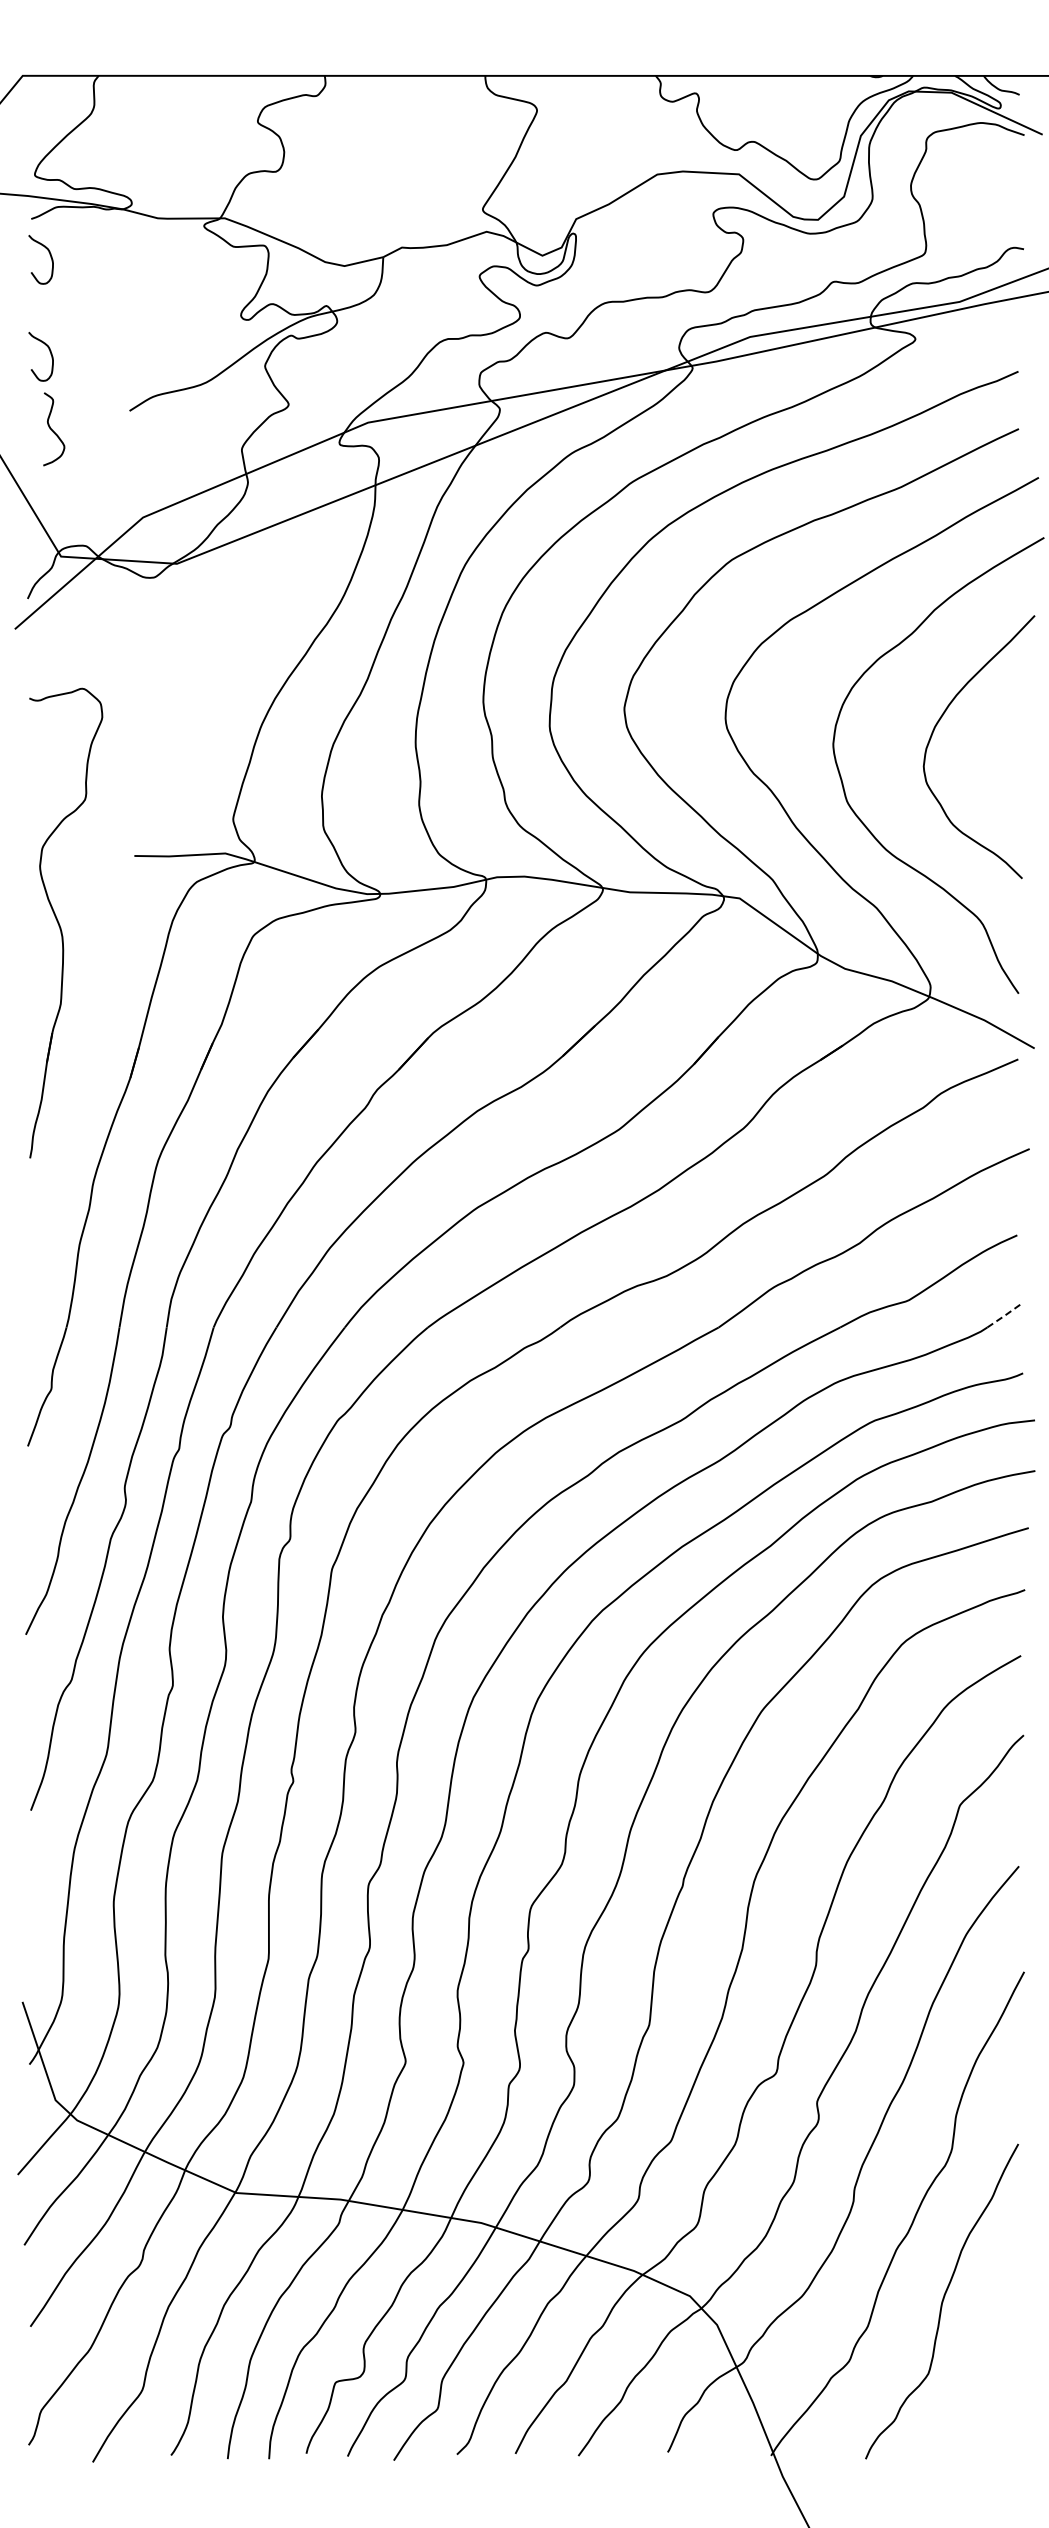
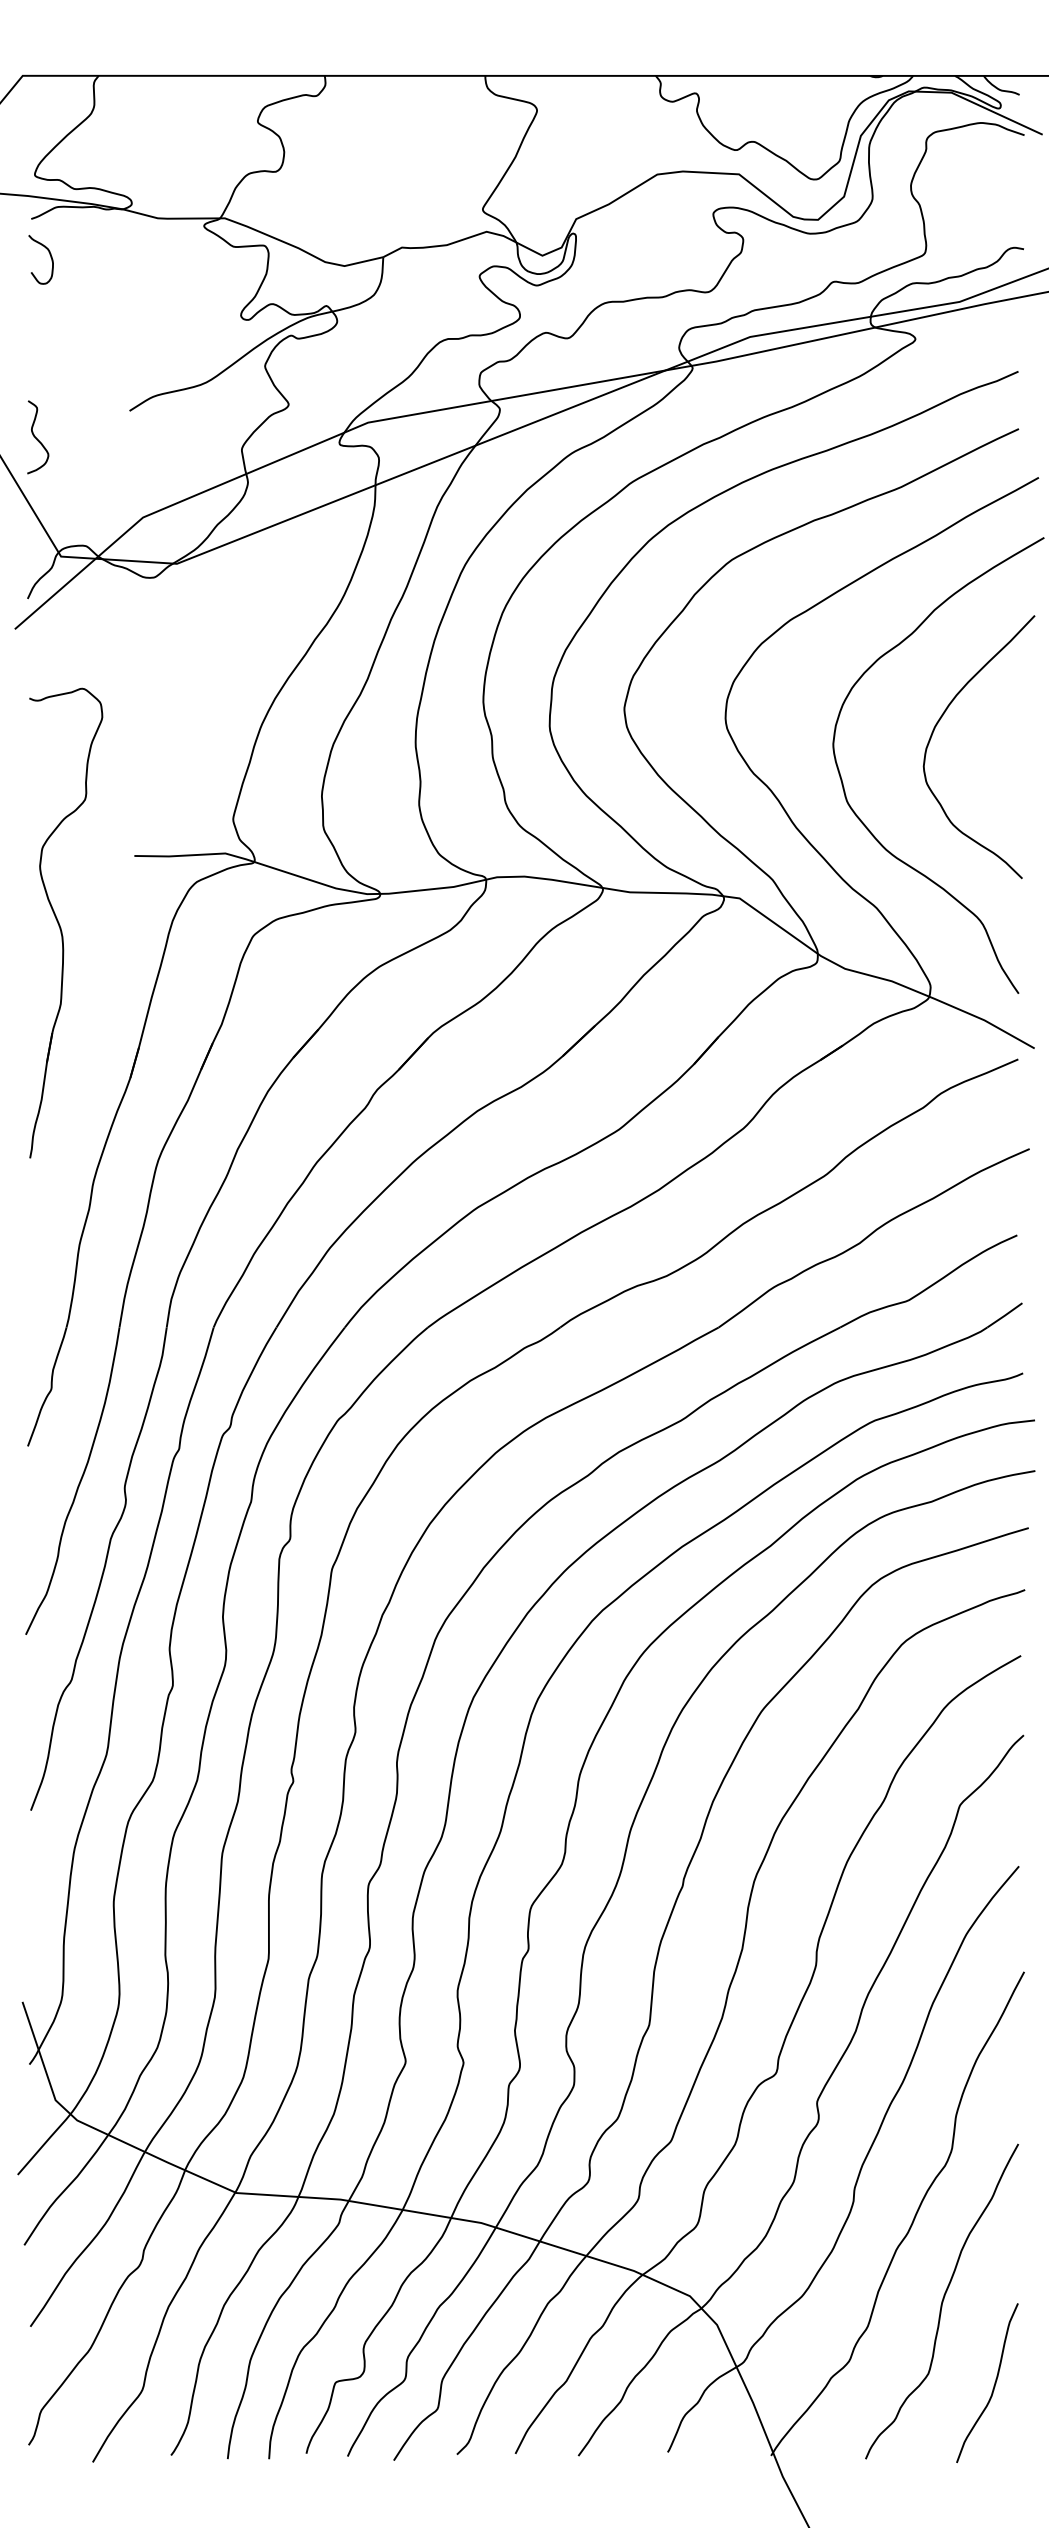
curve at (50, 354): present -> none
curve at (53, 430) position: (53, 430) -> (37, 438)
line at (1004, 1315): dashed -> solid
curve at (993, 2385): none -> present
